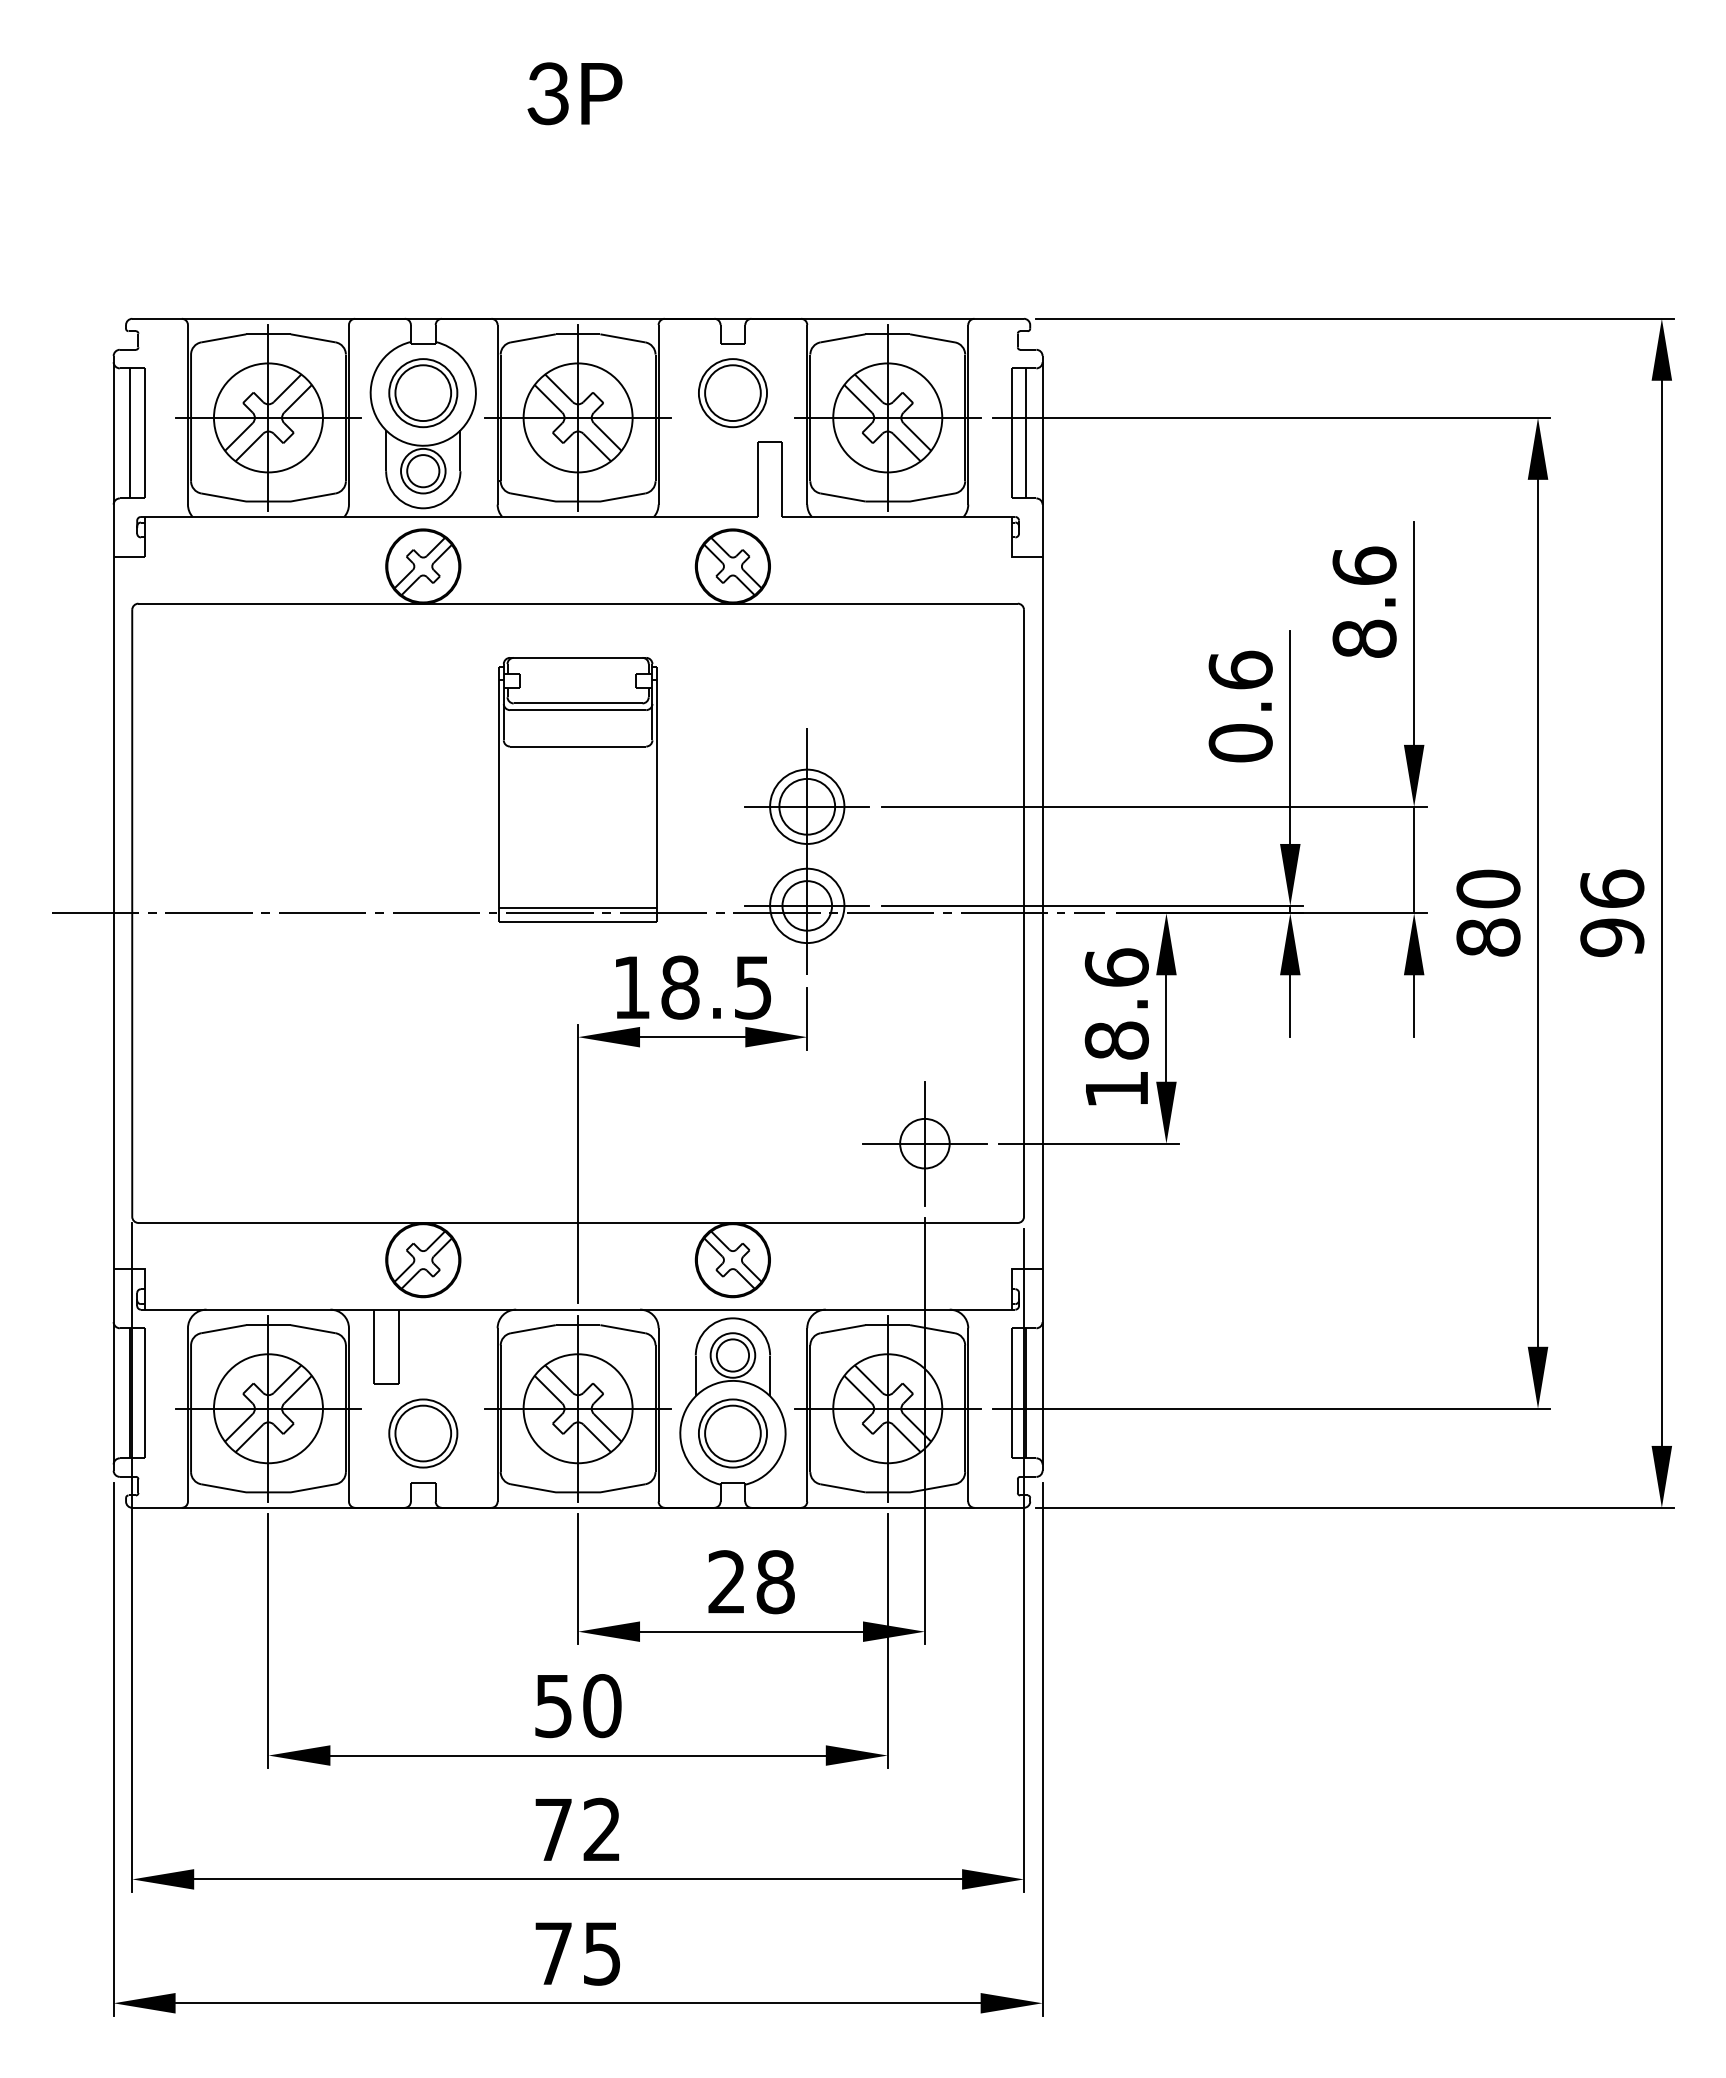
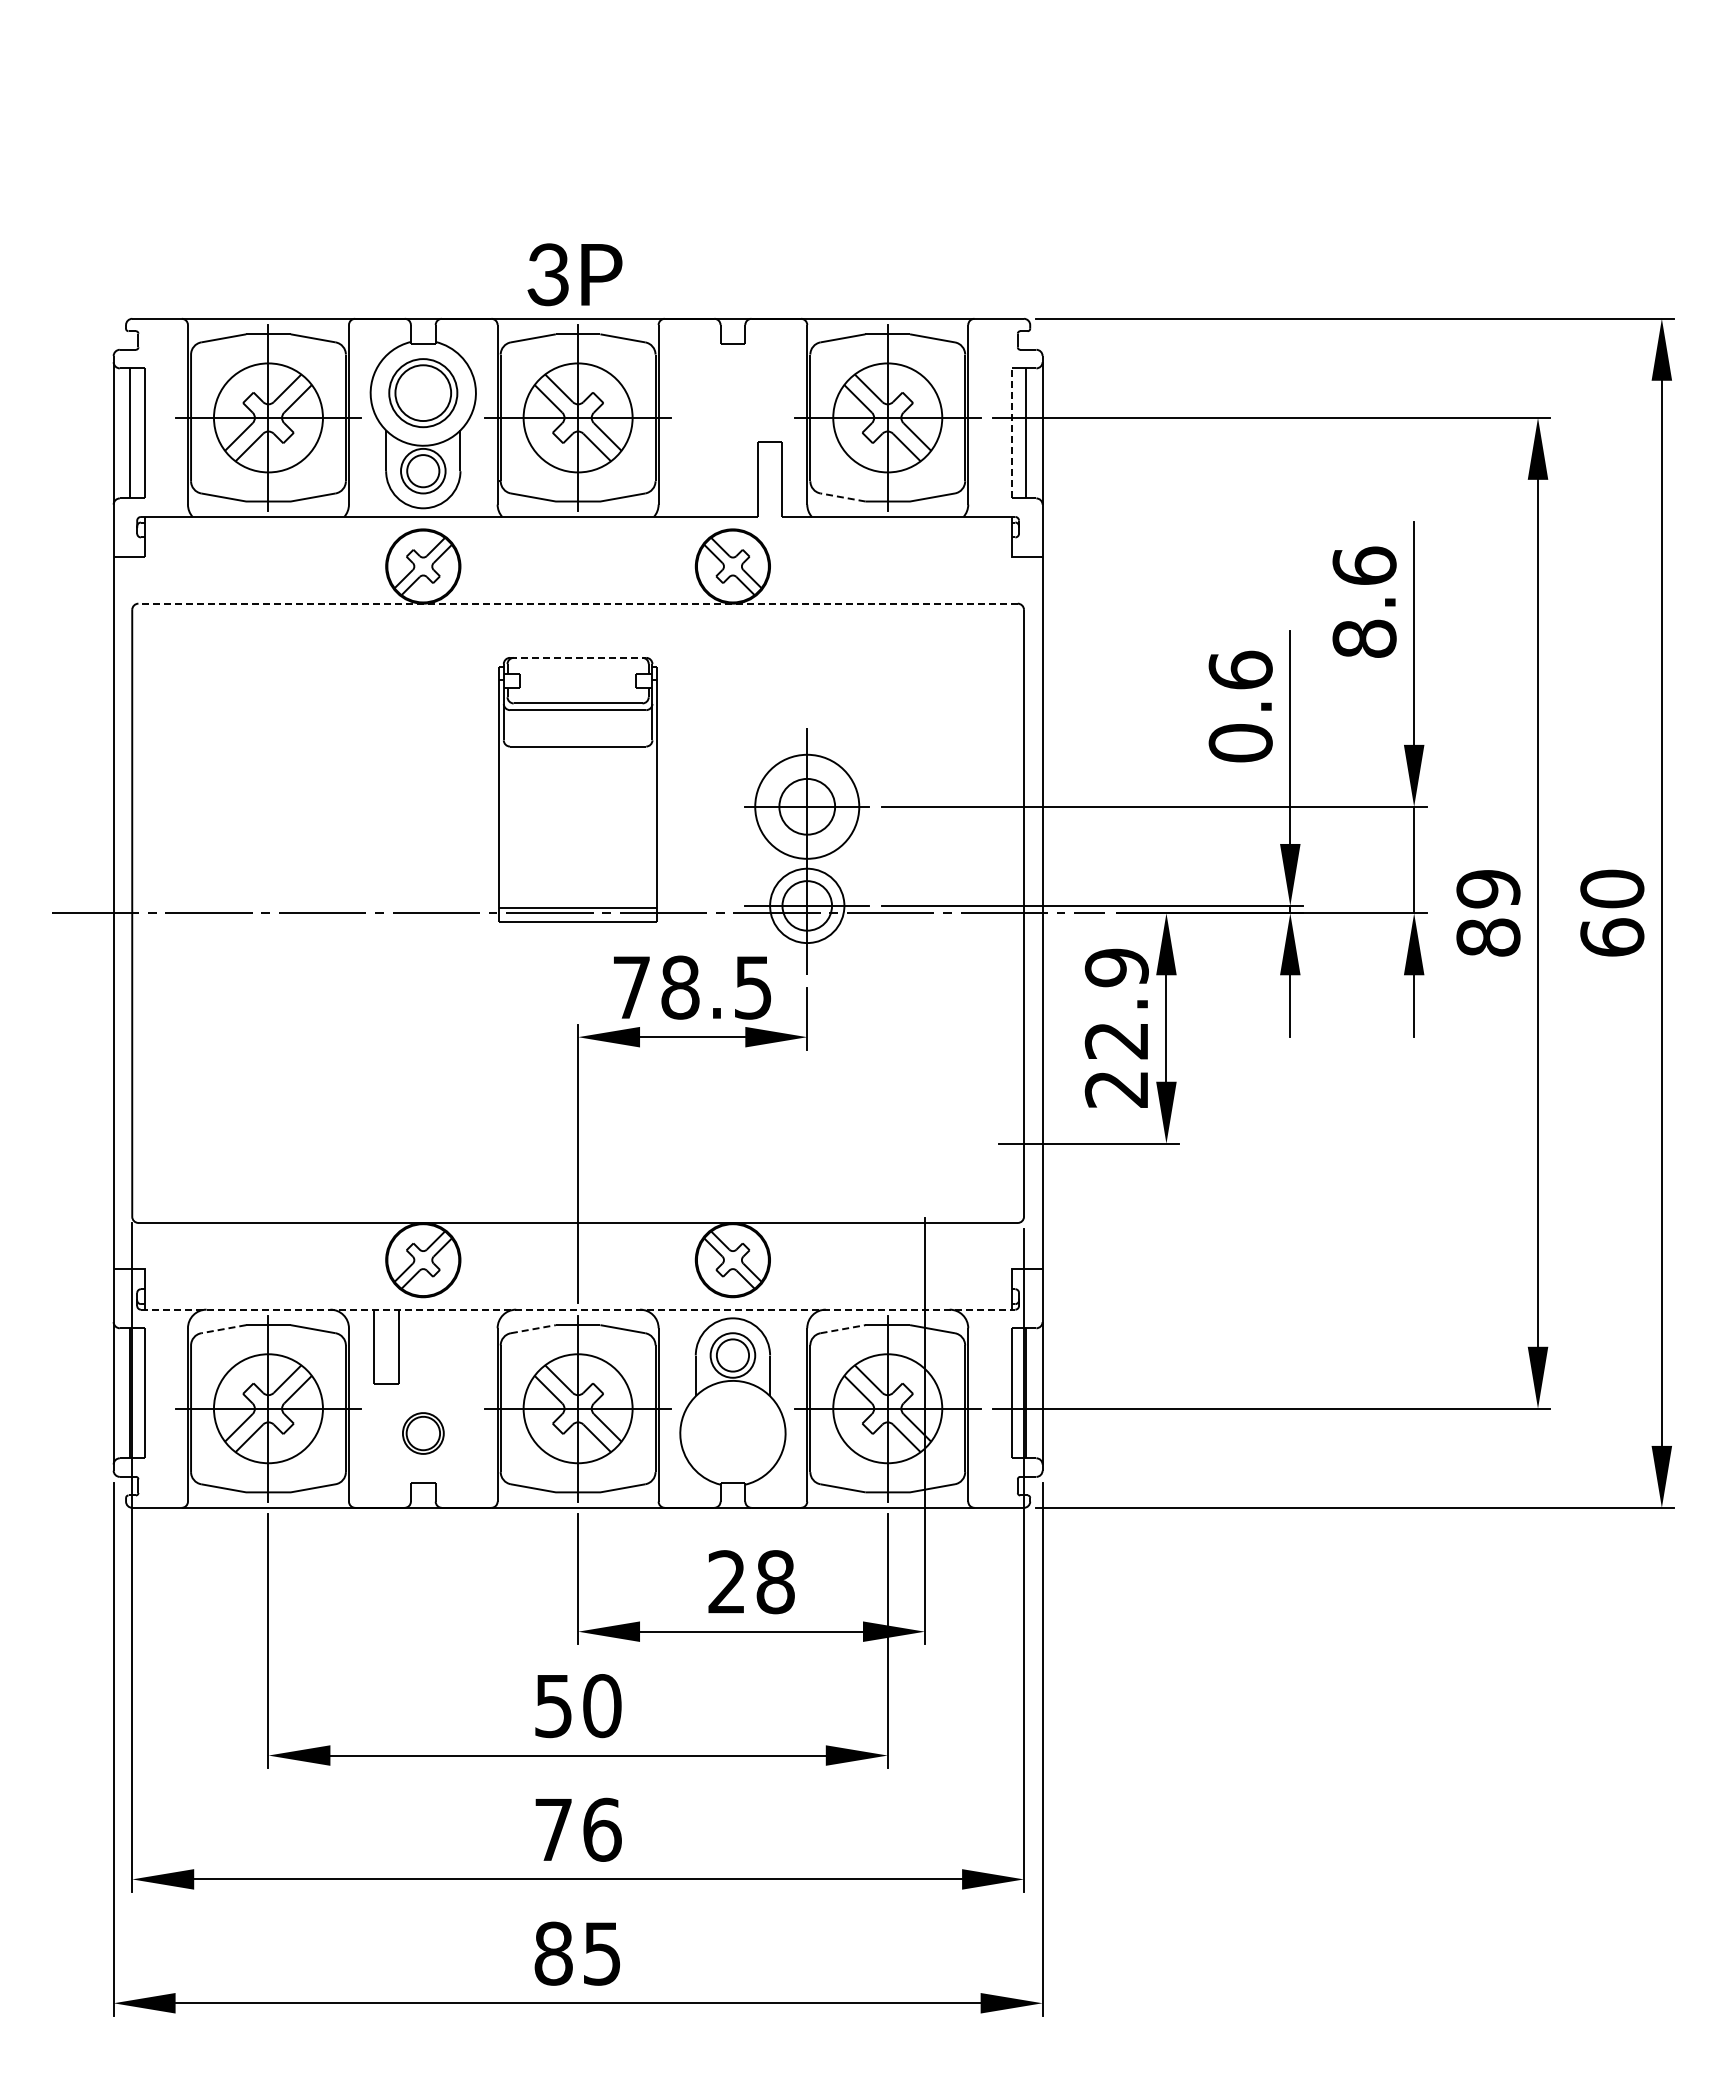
text at (574, 93) position: (574, 93) -> (574, 274)
part at (732, 393): present -> none
line at (1011, 432): solid -> dashed
line at (843, 497): solid -> dashed
line at (578, 603): solid -> dashed
line at (578, 657): solid -> dashed
circle at (807, 806) diameter: 74 px -> 104 px
text at (1488, 888): 80 -> 89
text at (1612, 913): 96 -> 60
text at (631, 987): 18.5 -> 78.5
text at (1116, 1027): 18.6 -> 22.9
part at (924, 1143): present -> none
line at (578, 1309): solid -> dashed
line at (223, 1329): solid -> dashed
line at (533, 1329): solid -> dashed
line at (843, 1329): solid -> dashed
part at (423, 1433) size: 71x71 px -> 43x43 px
part at (732, 1433): present -> none
text at (602, 1829): 72 -> 76
text at (553, 1953): 75 -> 85
